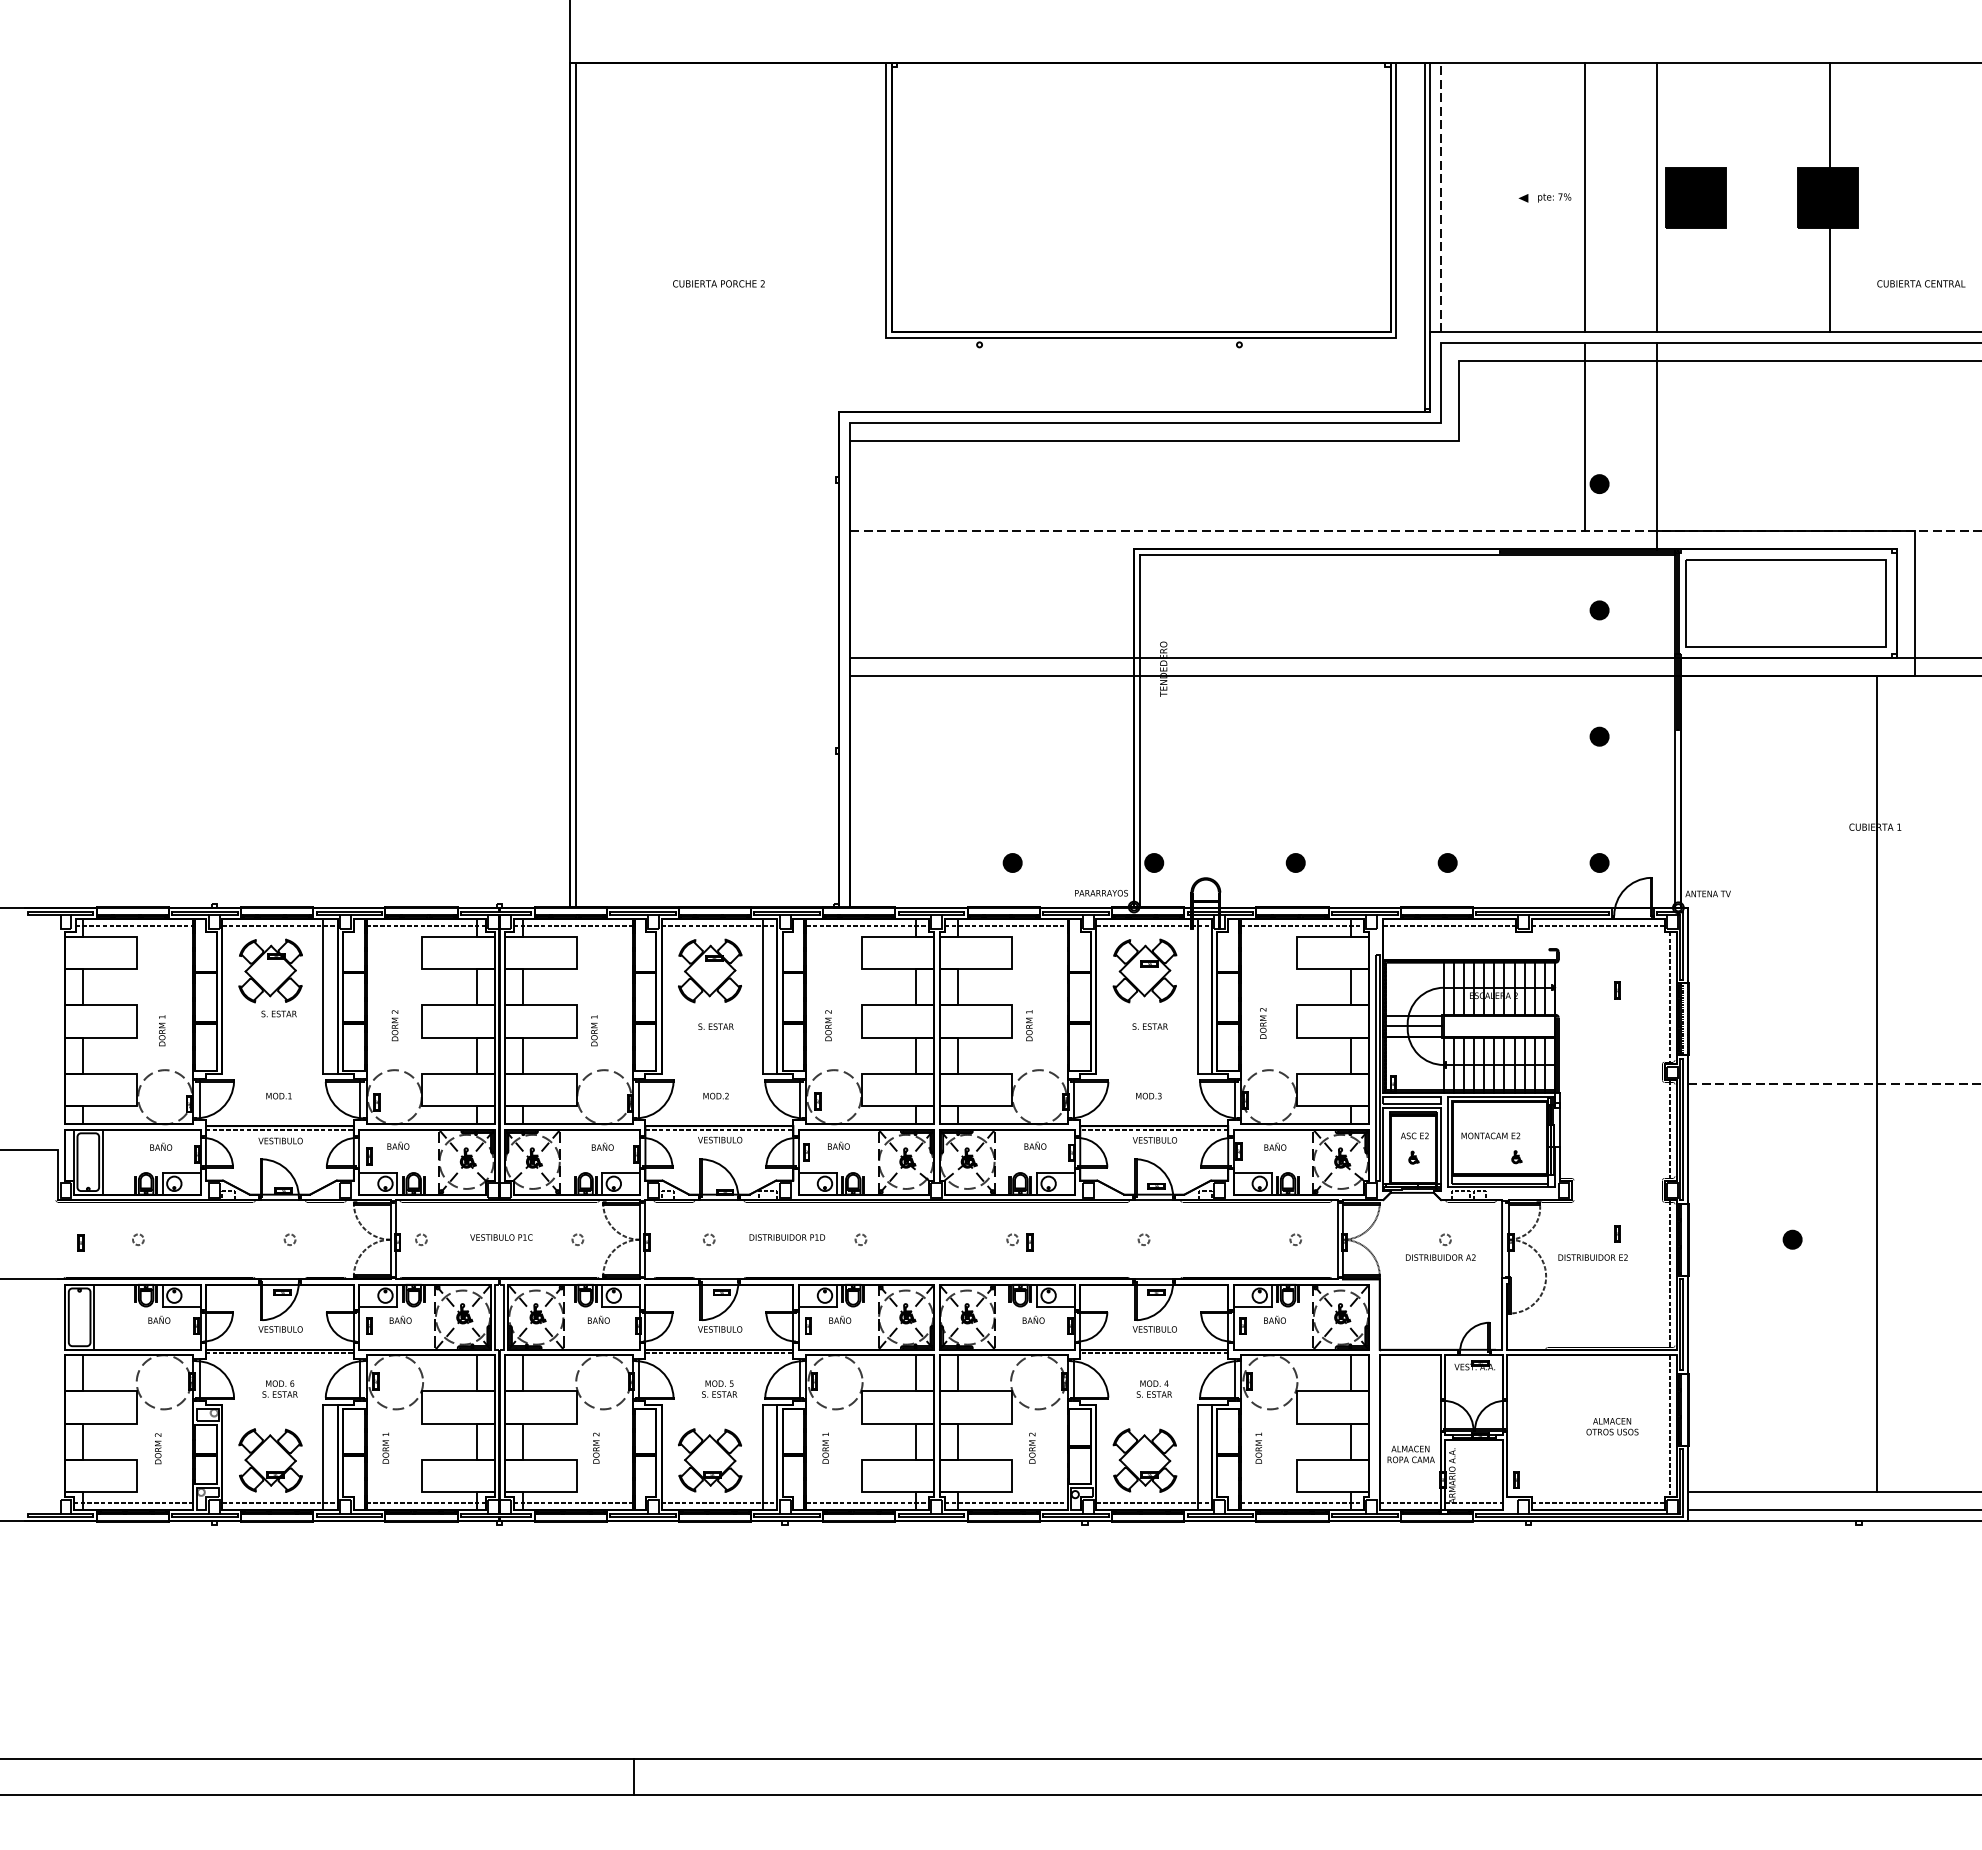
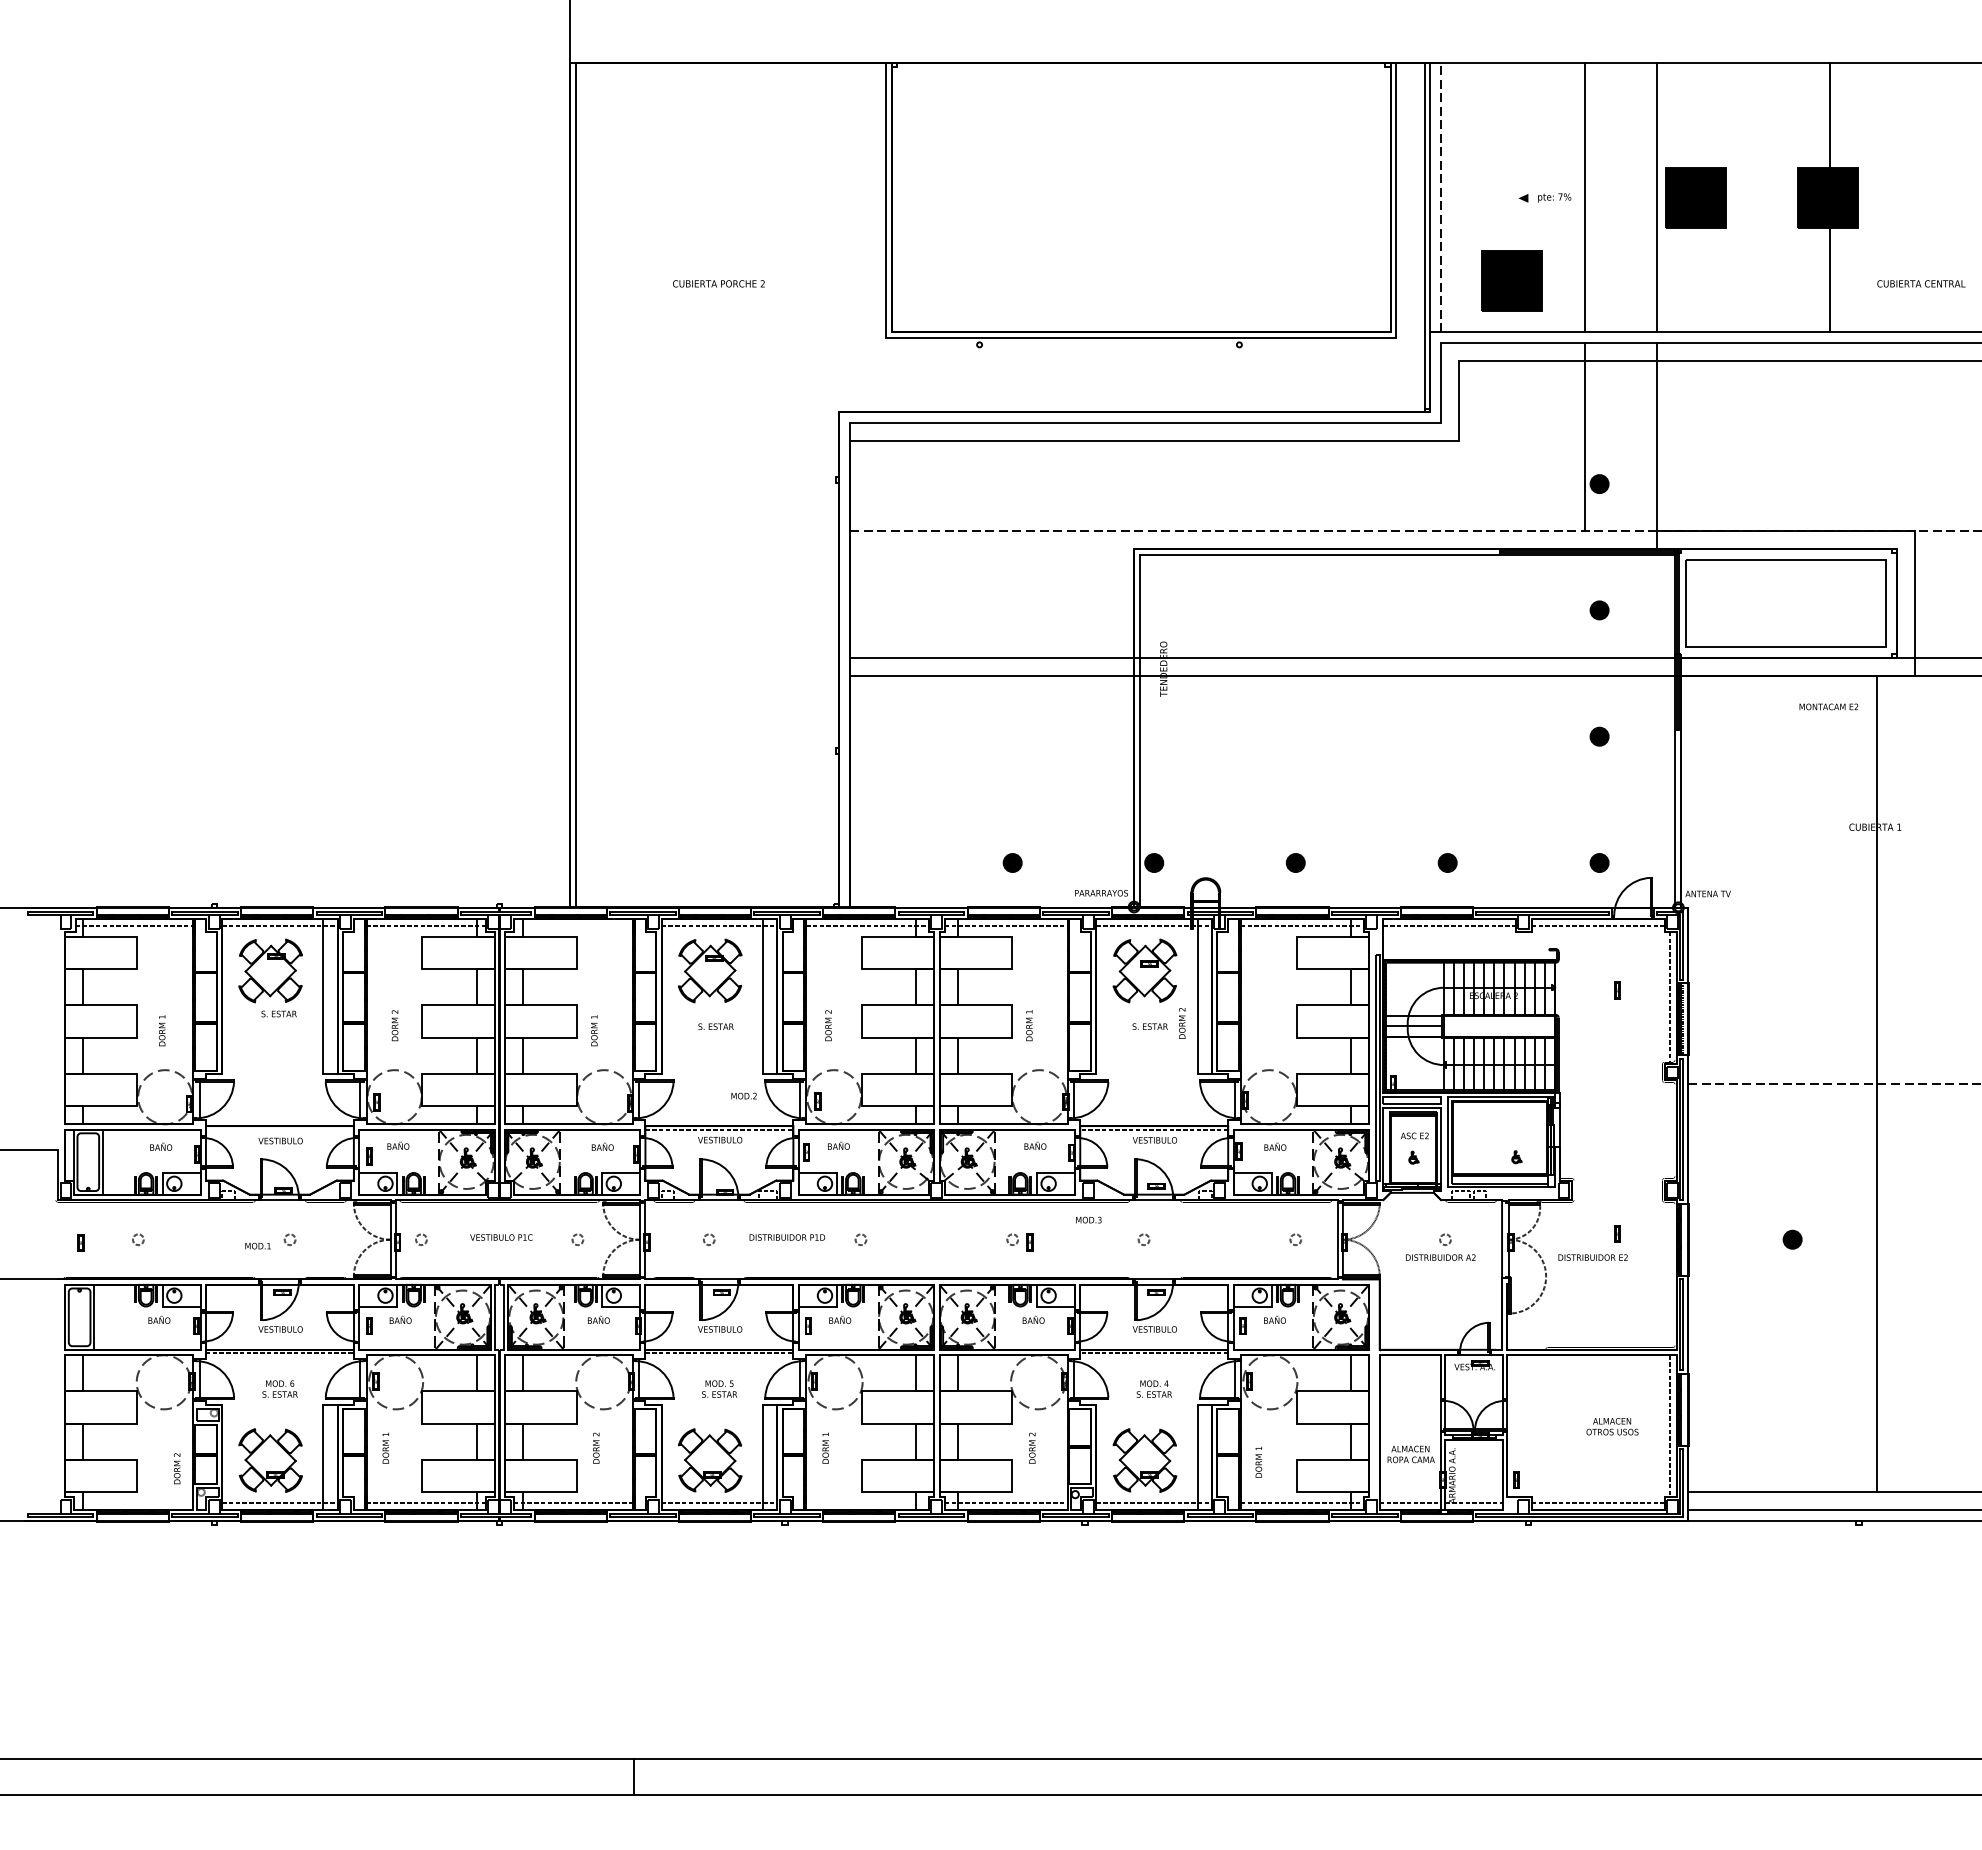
part at (1511, 280): none -> present
line at (572, 925): present -> none
text at (1263, 1023) position: (1263, 1023) -> (1182, 1023)
text at (278, 1095) position: (278, 1095) -> (257, 1245)
text at (715, 1095) position: (715, 1095) -> (743, 1095)
text at (1148, 1095) position: (1148, 1095) -> (1088, 1219)
line at (279, 1129): present -> none
line at (1669, 1130): present -> none
text at (1490, 1135) position: (1490, 1135) -> (1828, 706)
line at (1669, 1274): present -> none
text at (1258, 1447) position: (1258, 1447) -> (1258, 1461)
text at (157, 1448) position: (157, 1448) -> (176, 1468)
line at (133, 1503): present -> none
line at (867, 1503): present -> none
